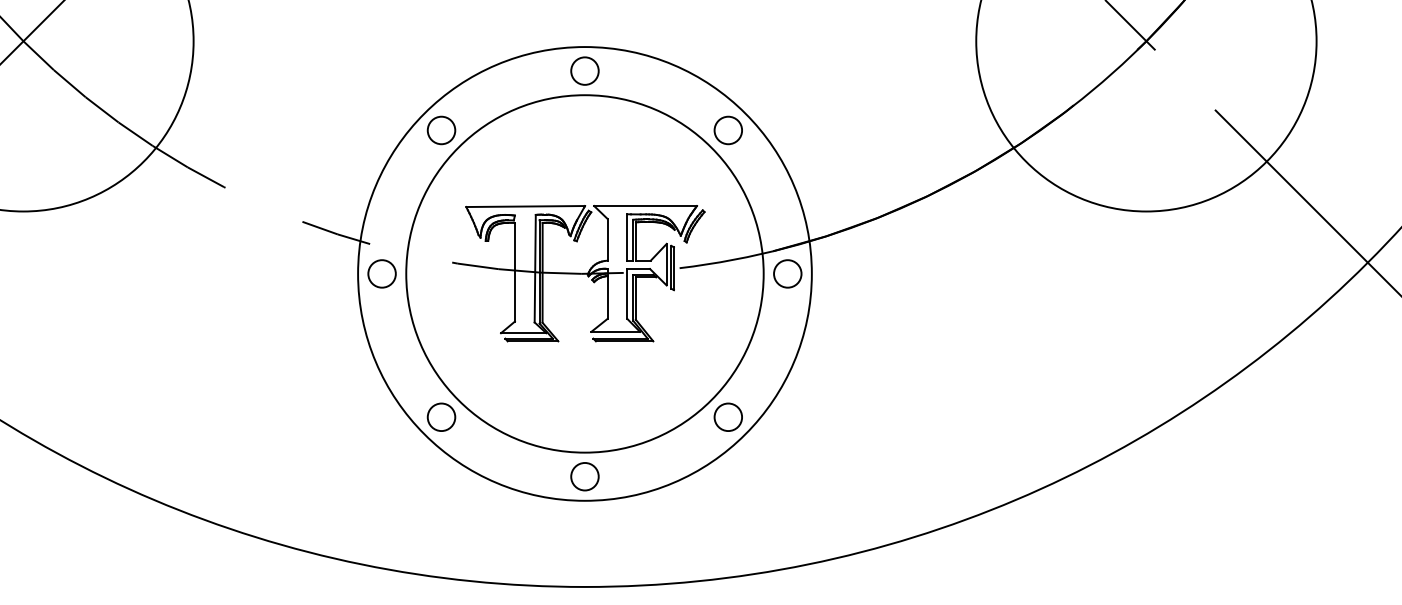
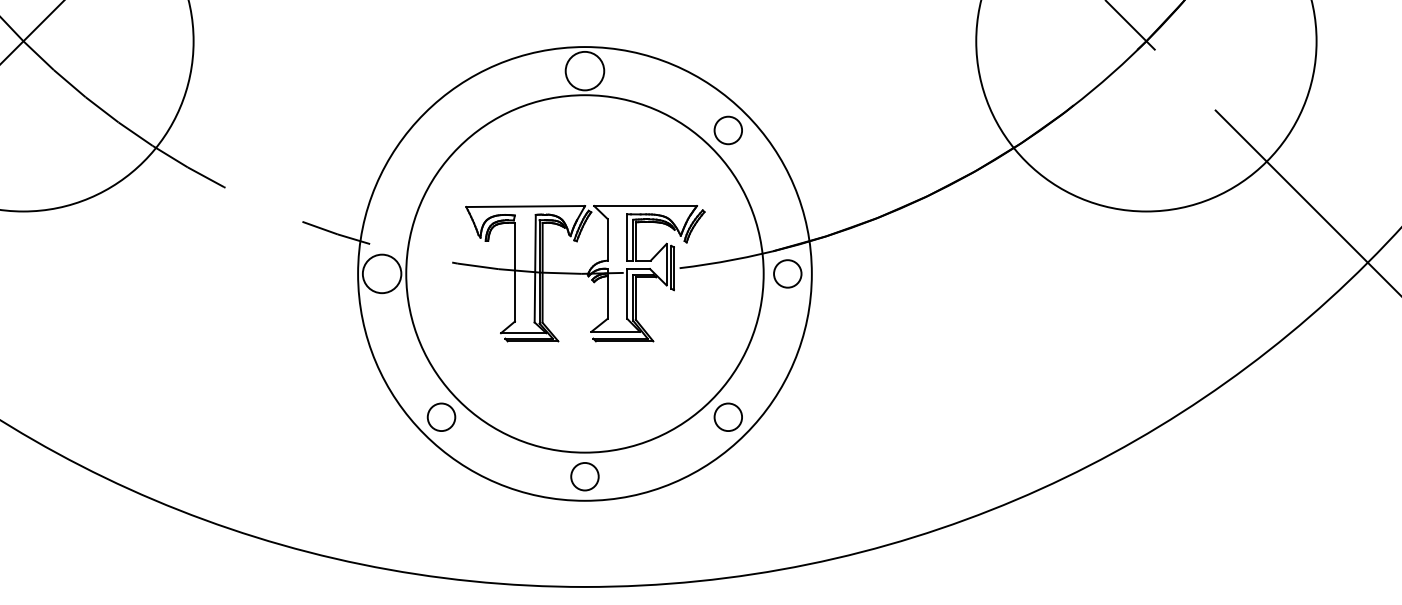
circle at (584, 70) diameter: 28 px -> 39 px
circle at (441, 130): present -> none
circle at (381, 273) diameter: 28 px -> 39 px
